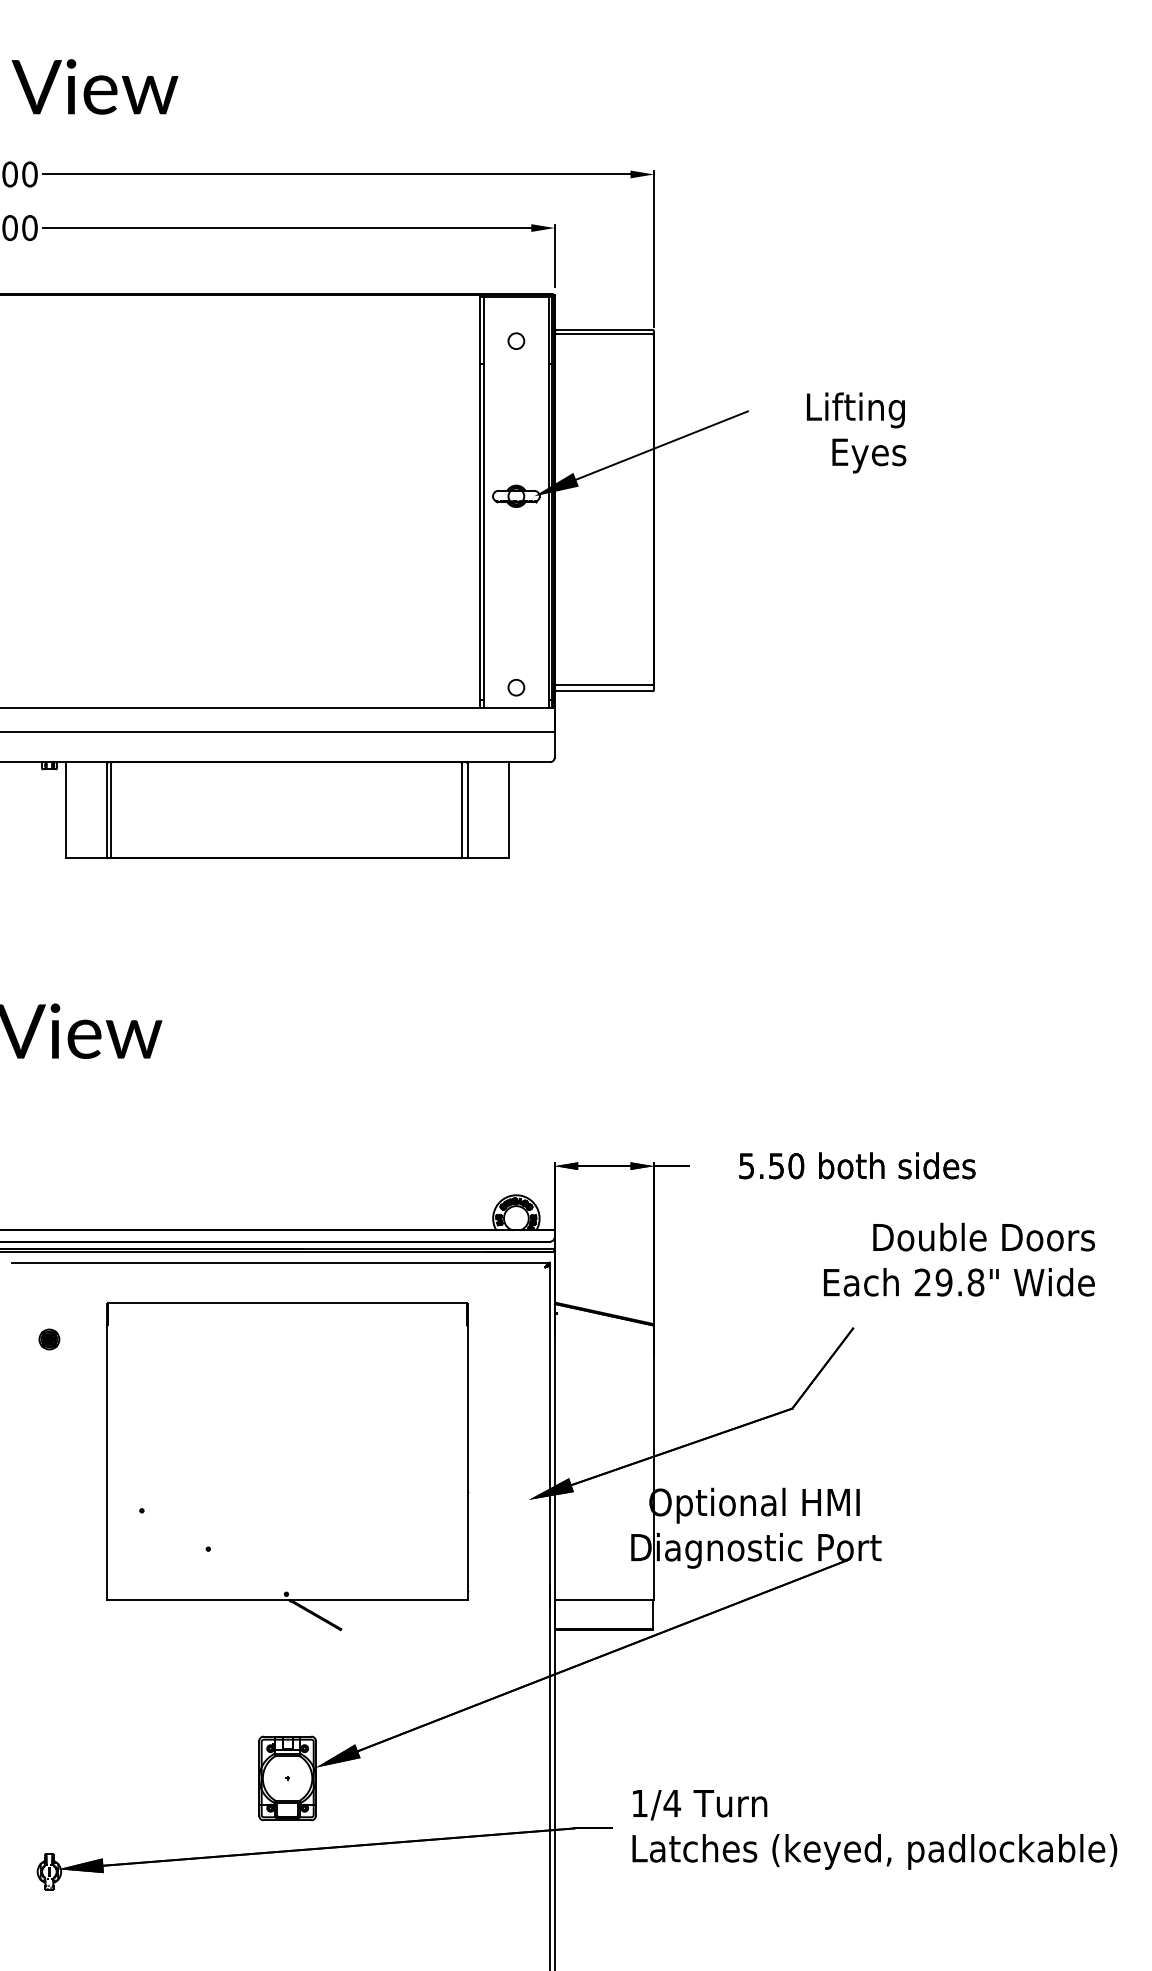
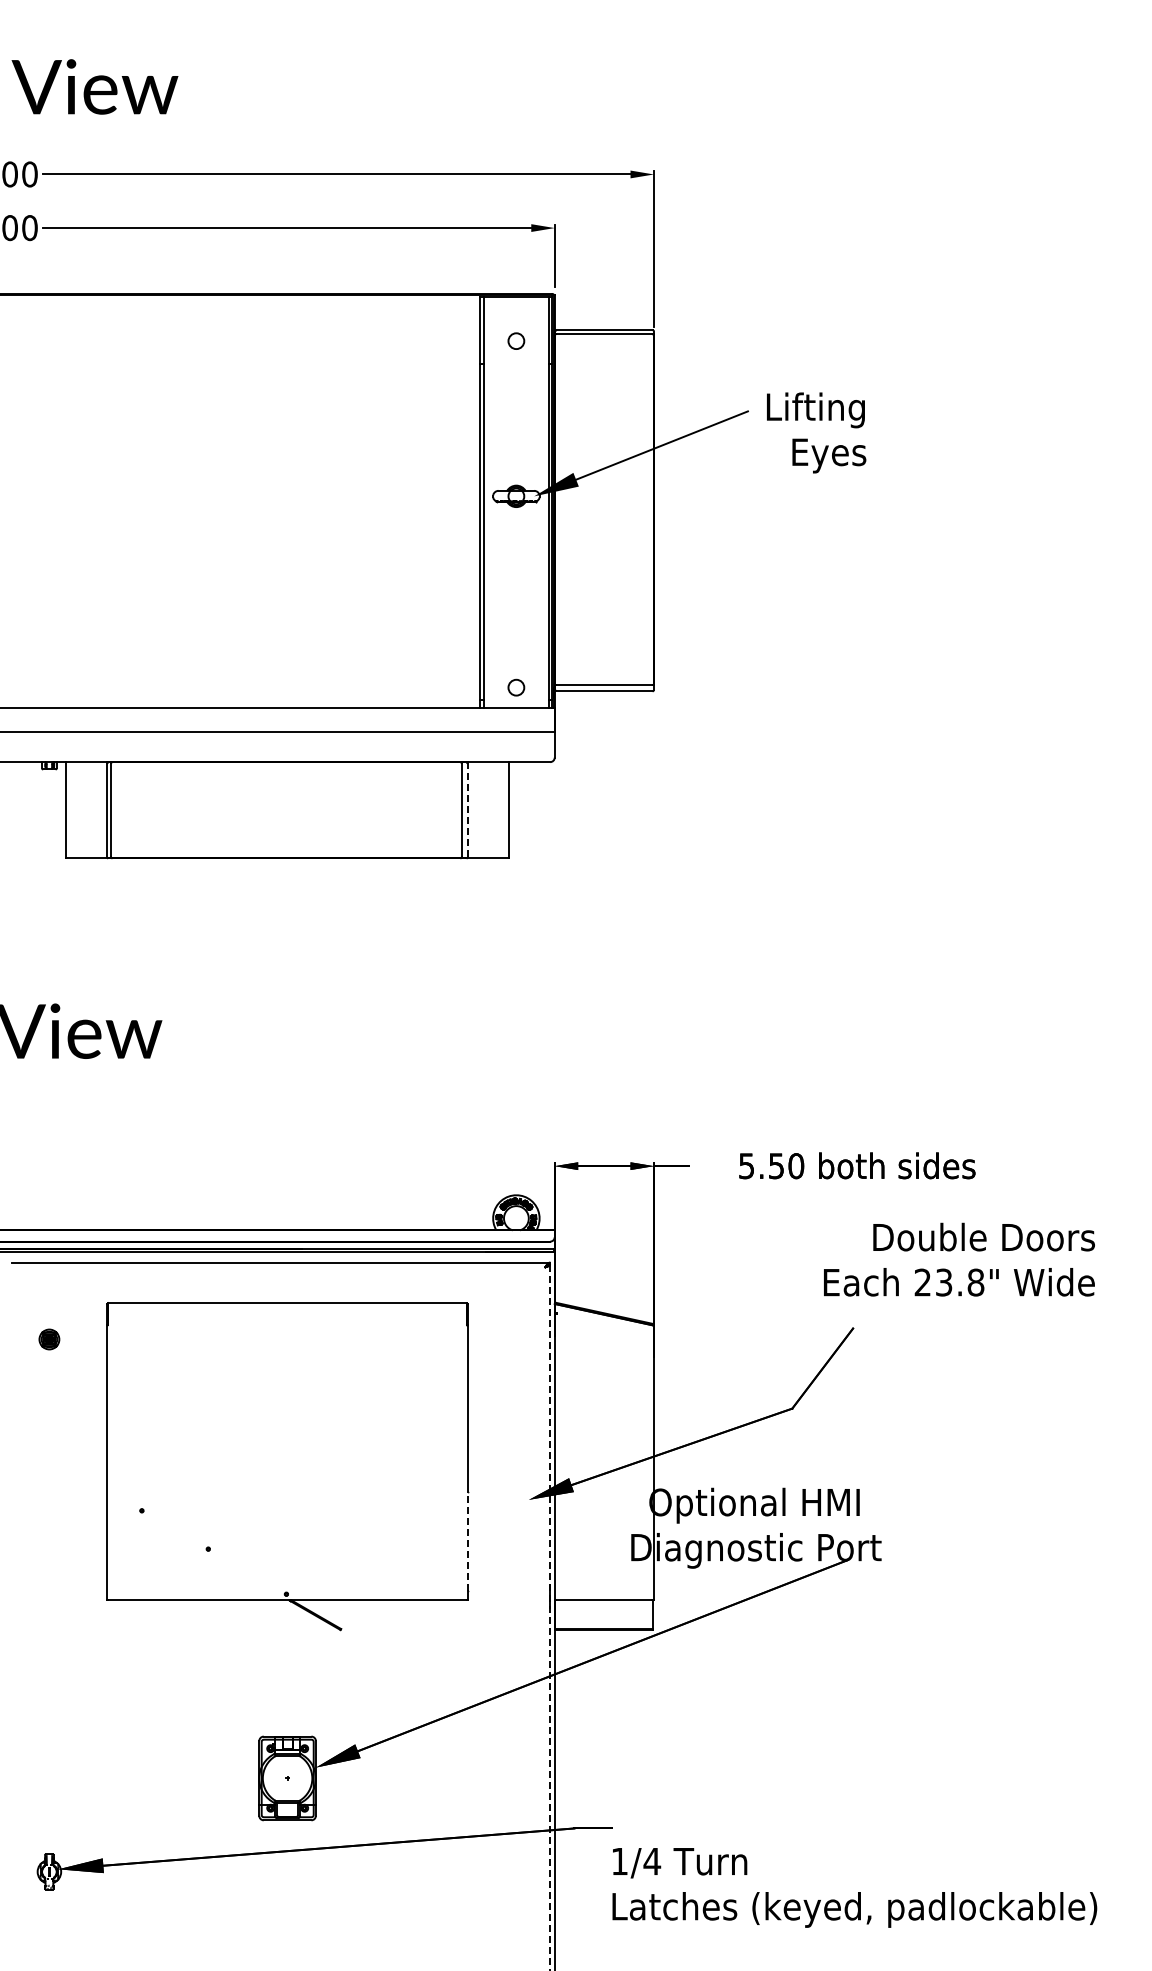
text at (856, 432) position: (856, 432) -> (816, 432)
line at (468, 809): solid -> dashed
text at (943, 1282): 29.8" -> 23.8"
line at (468, 1541): solid -> dashed
line at (549, 1617): solid -> dashed
text at (874, 1829) position: (874, 1829) -> (854, 1887)
